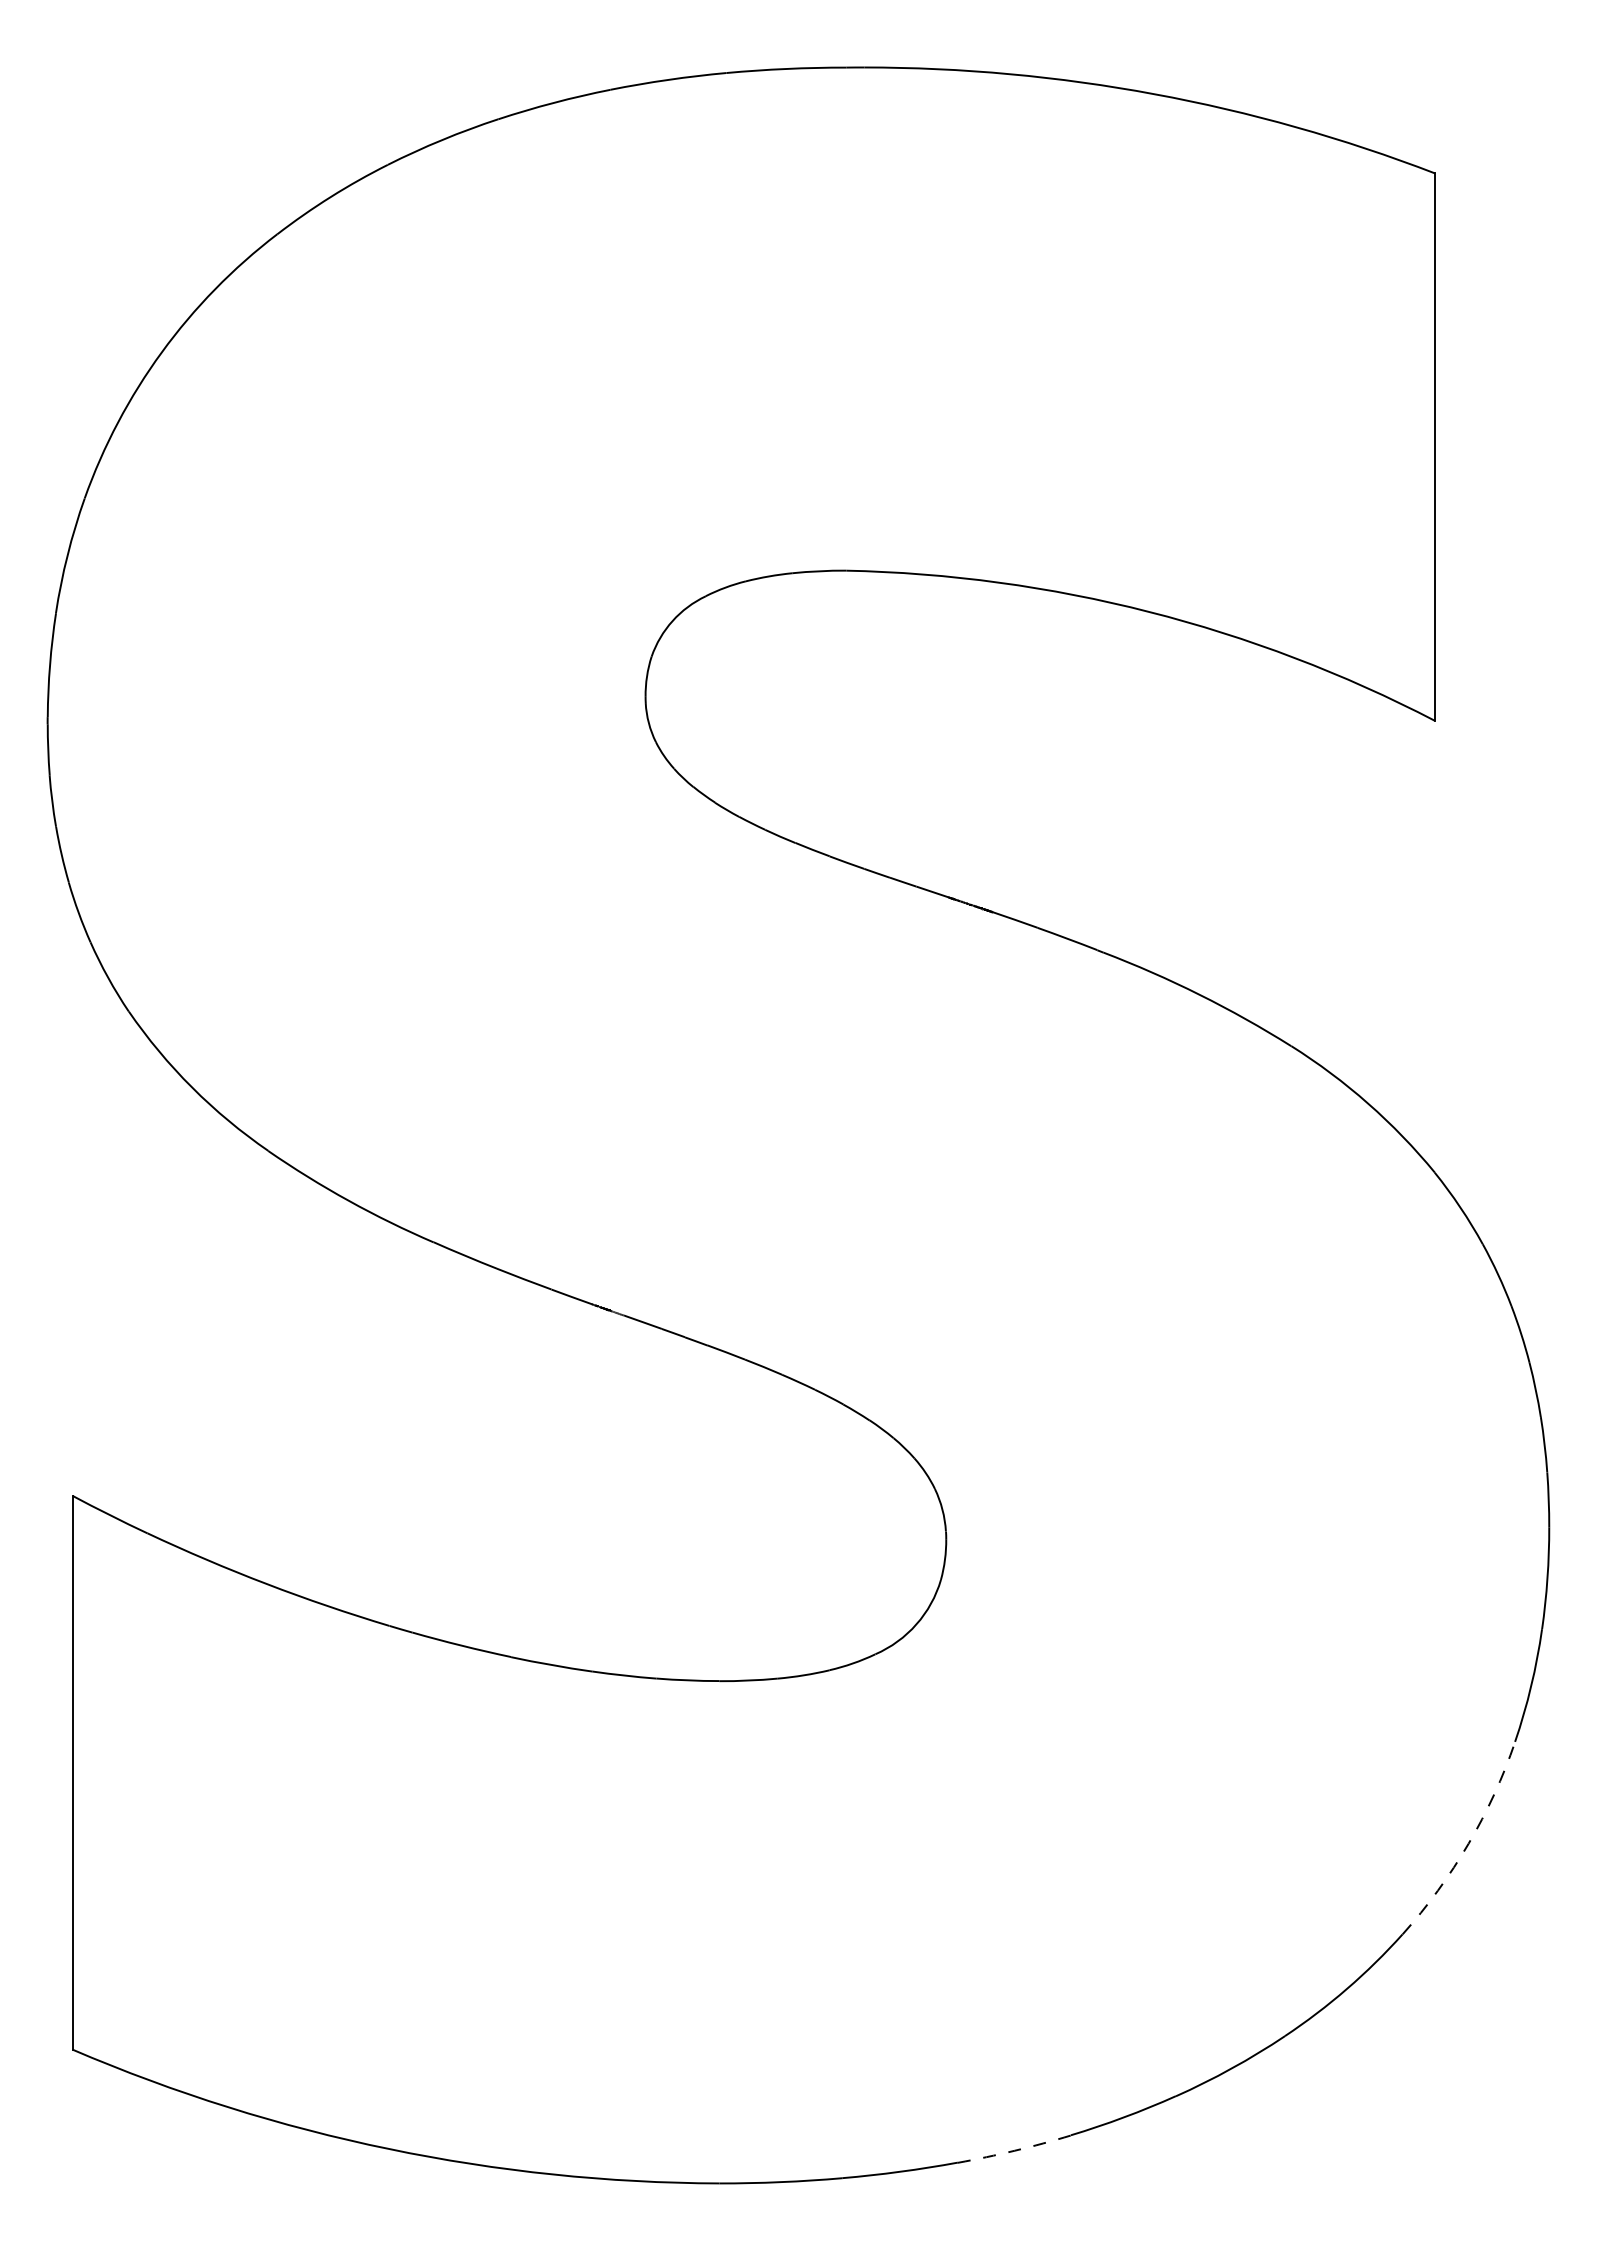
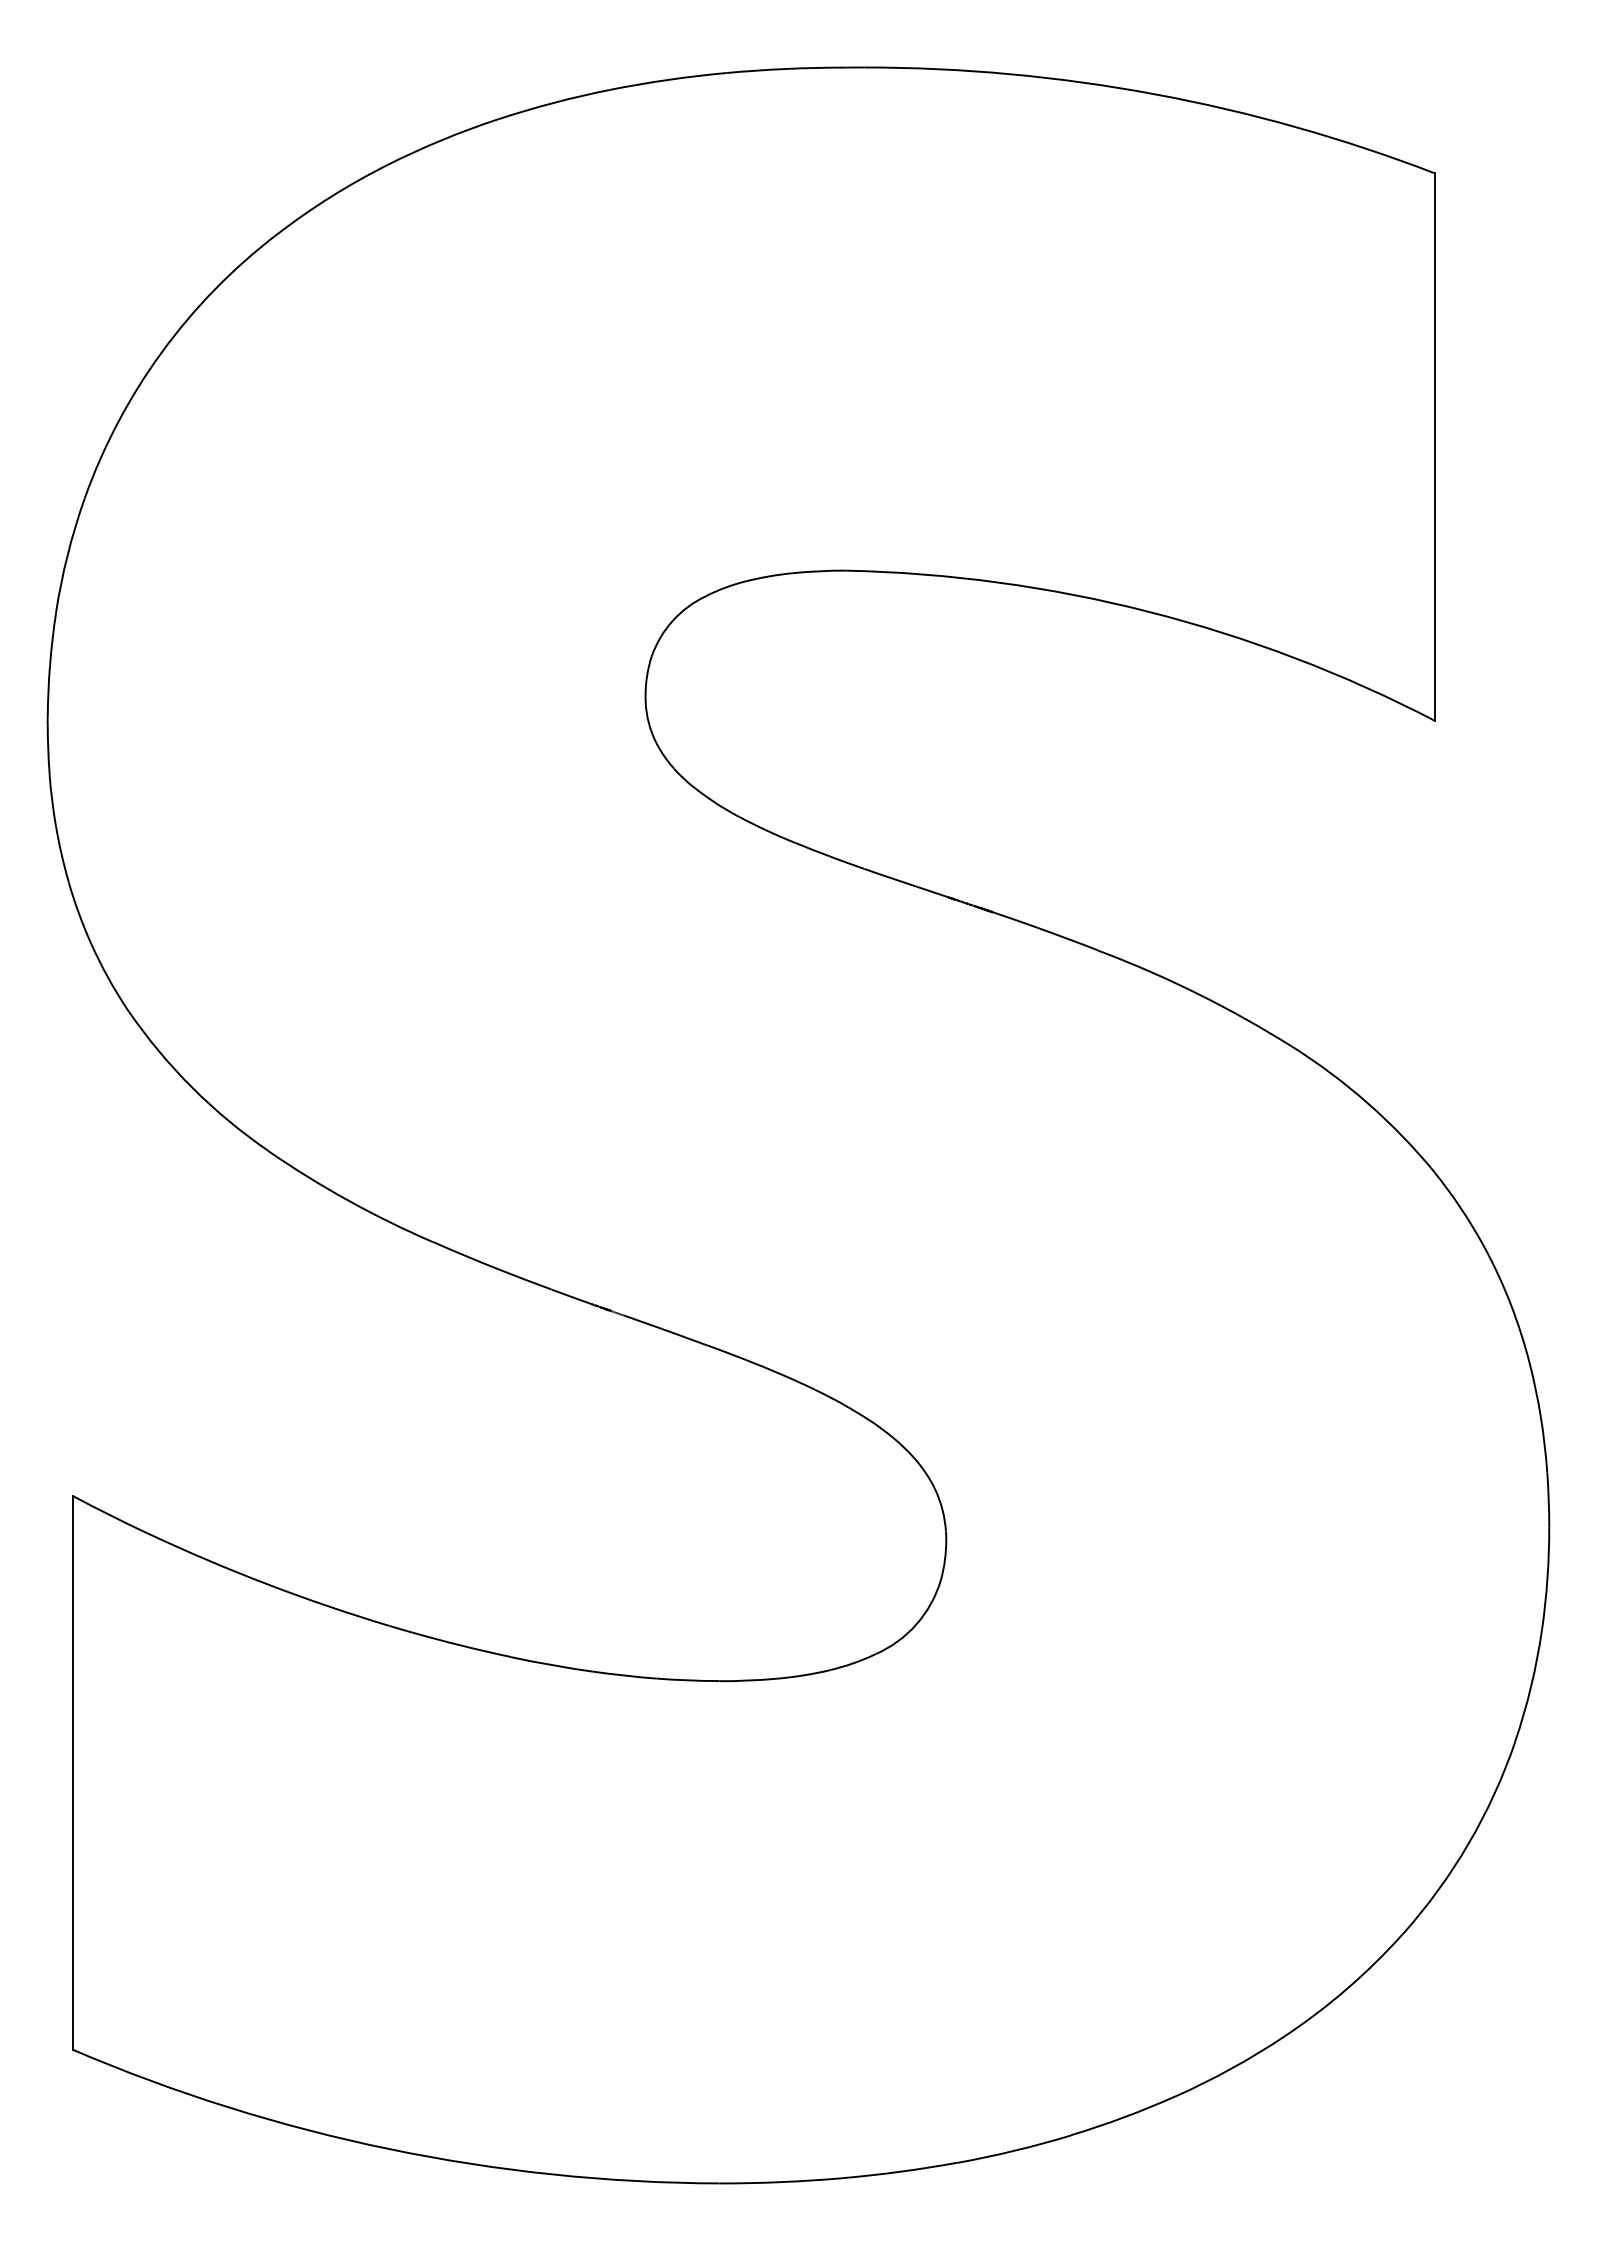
arc at (1468, 1843): dashed -> solid
arc at (1014, 2150): dashed -> solid
